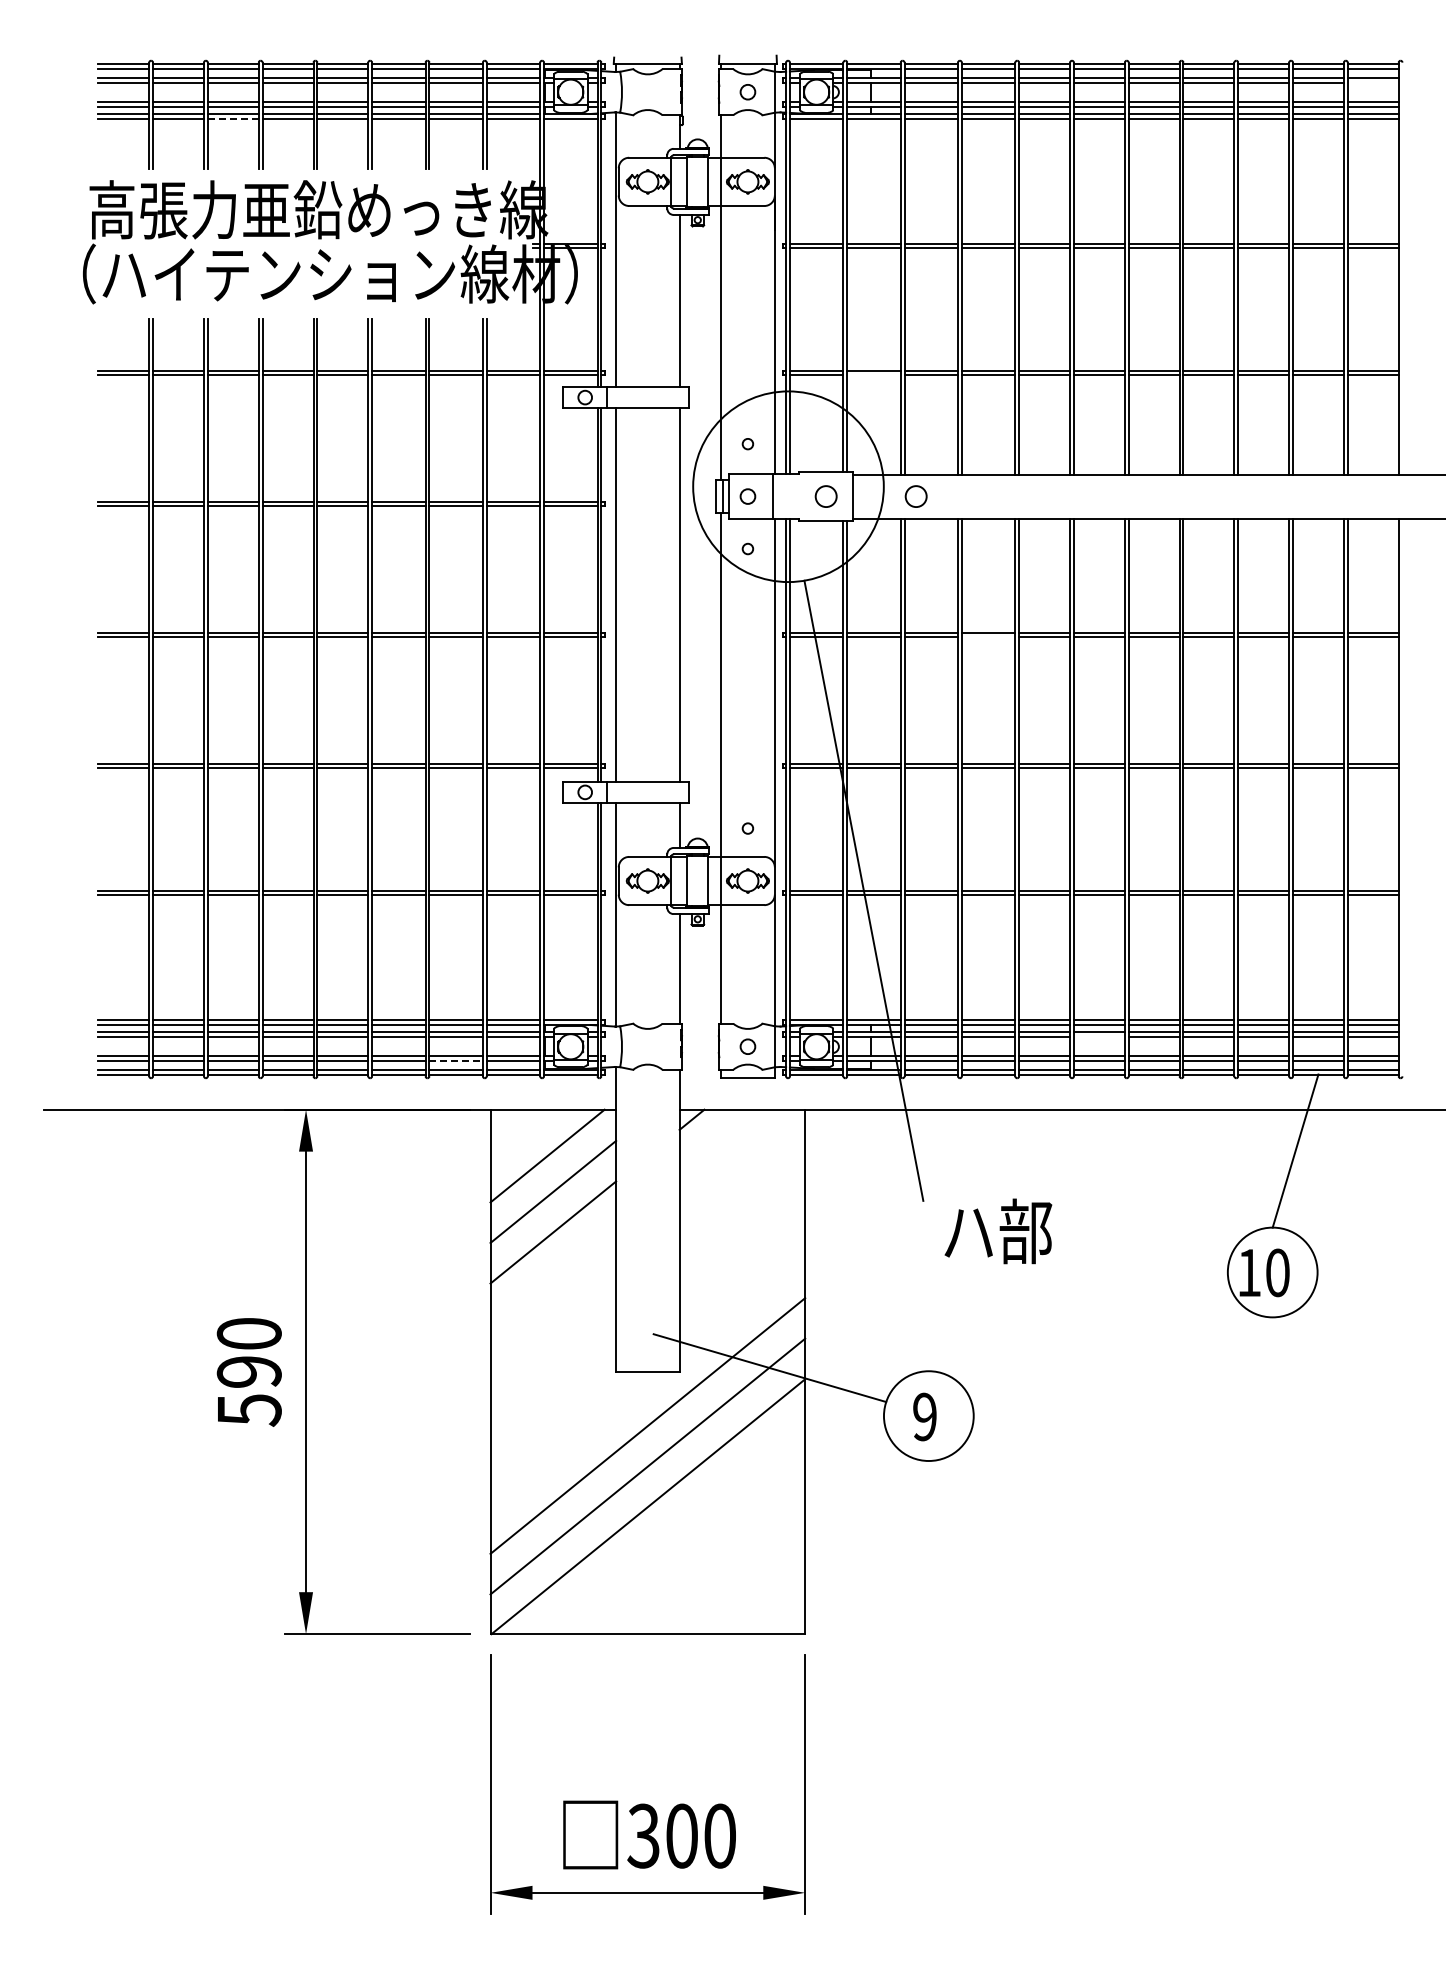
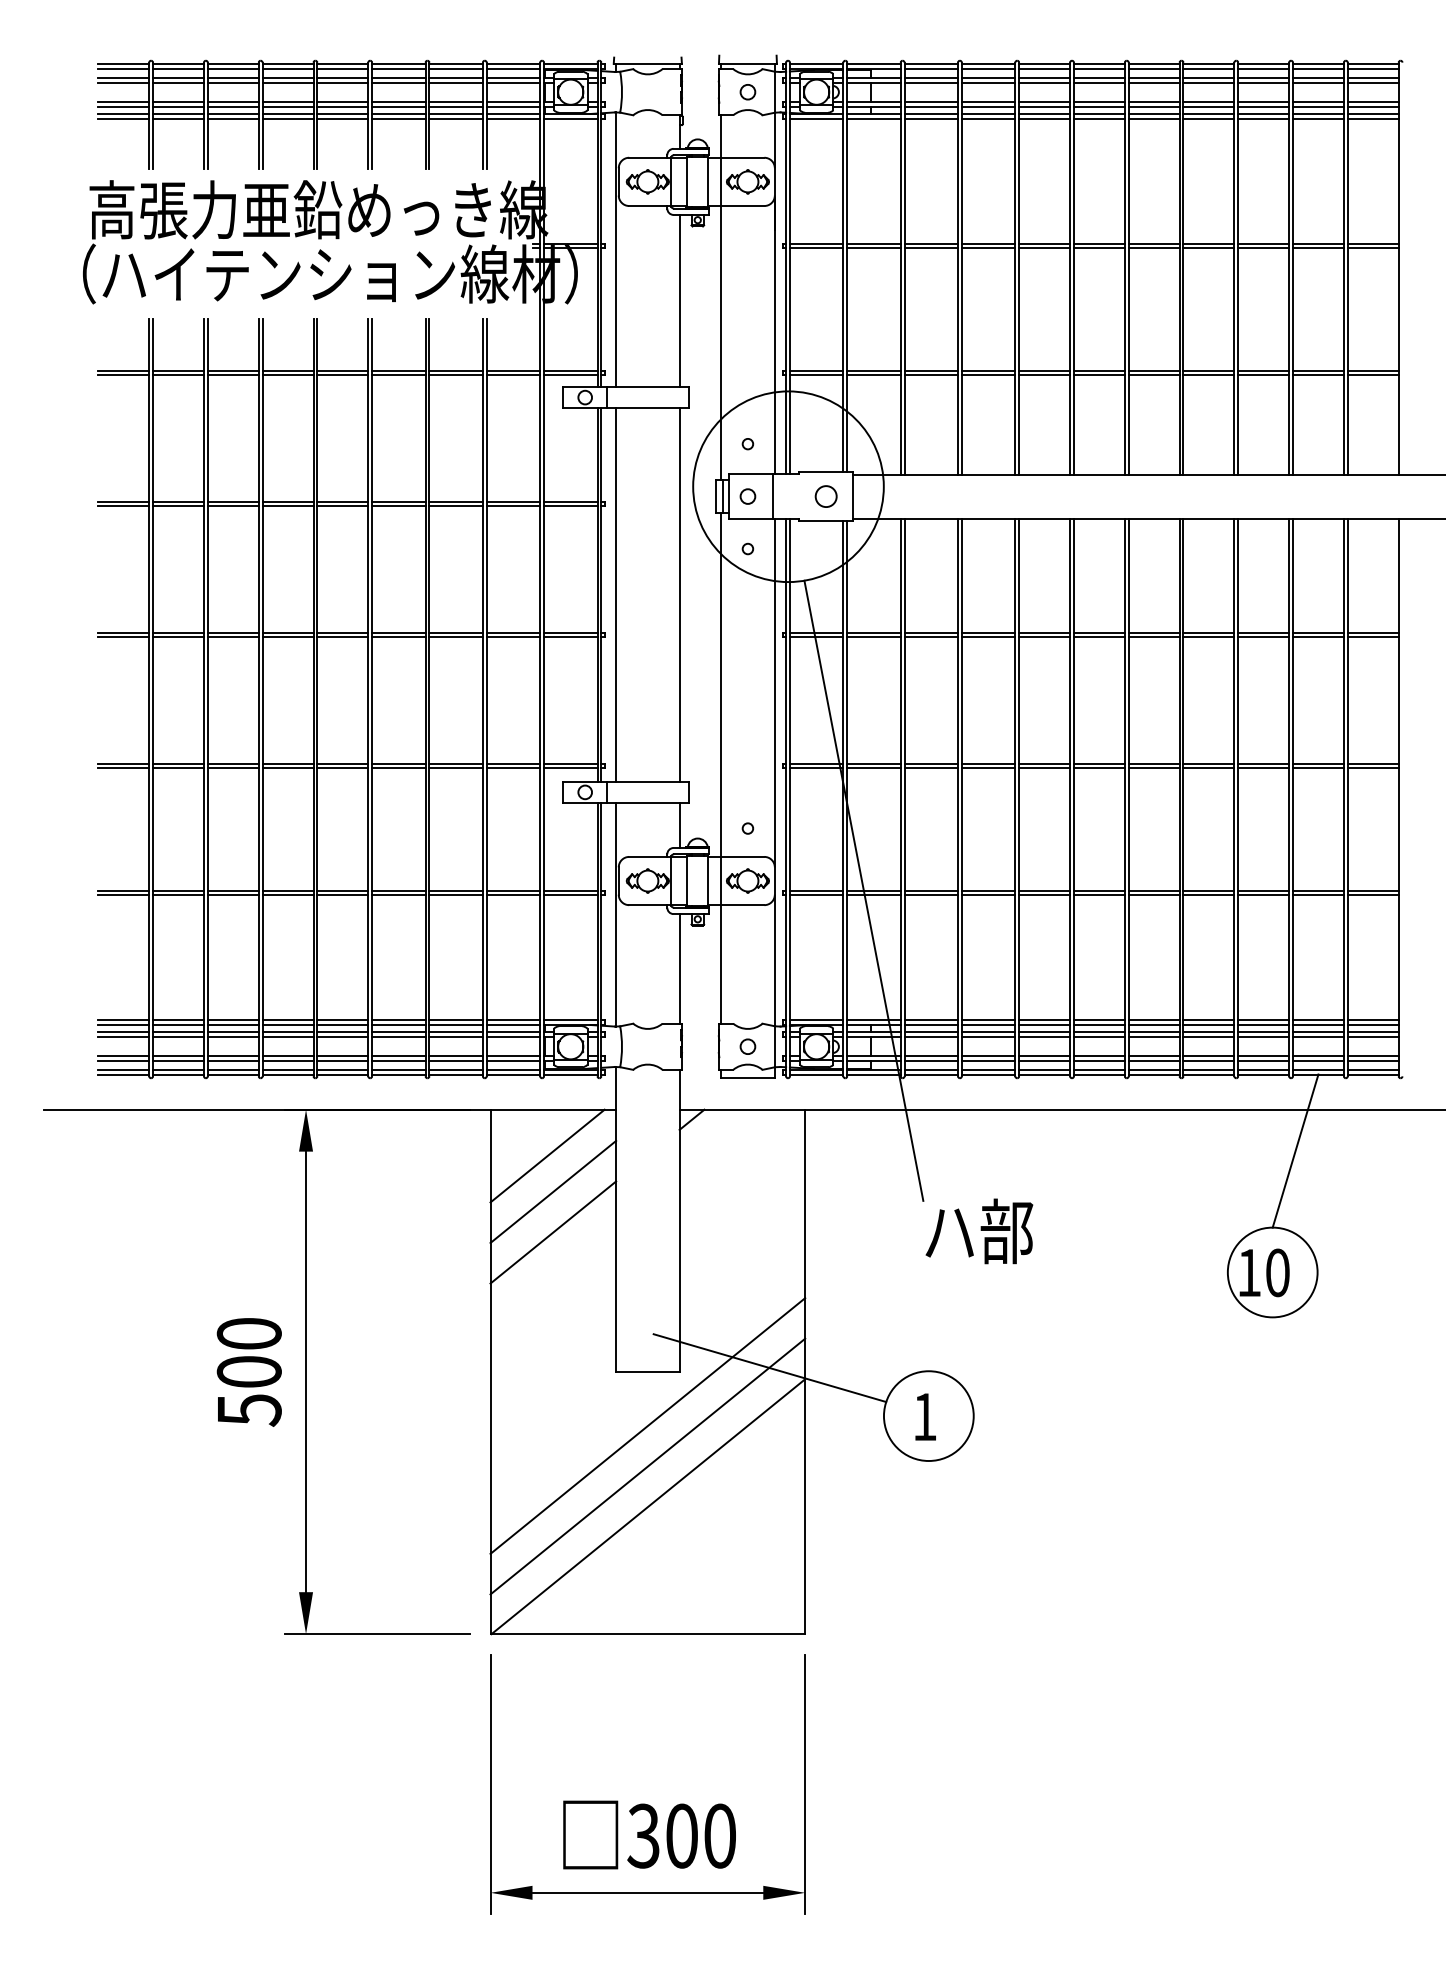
line at (1372, 82): none -> present
line at (233, 118): dashed -> solid
line at (873, 374): none -> present
circle at (915, 496): present -> none
line at (988, 636): none -> present
line at (1098, 1037): none -> present
line at (456, 1061): dashed -> solid
text at (998, 1231) position: (998, 1231) -> (979, 1231)
text at (248, 1371): 590 -> 500
text at (924, 1416): 9 -> 1
